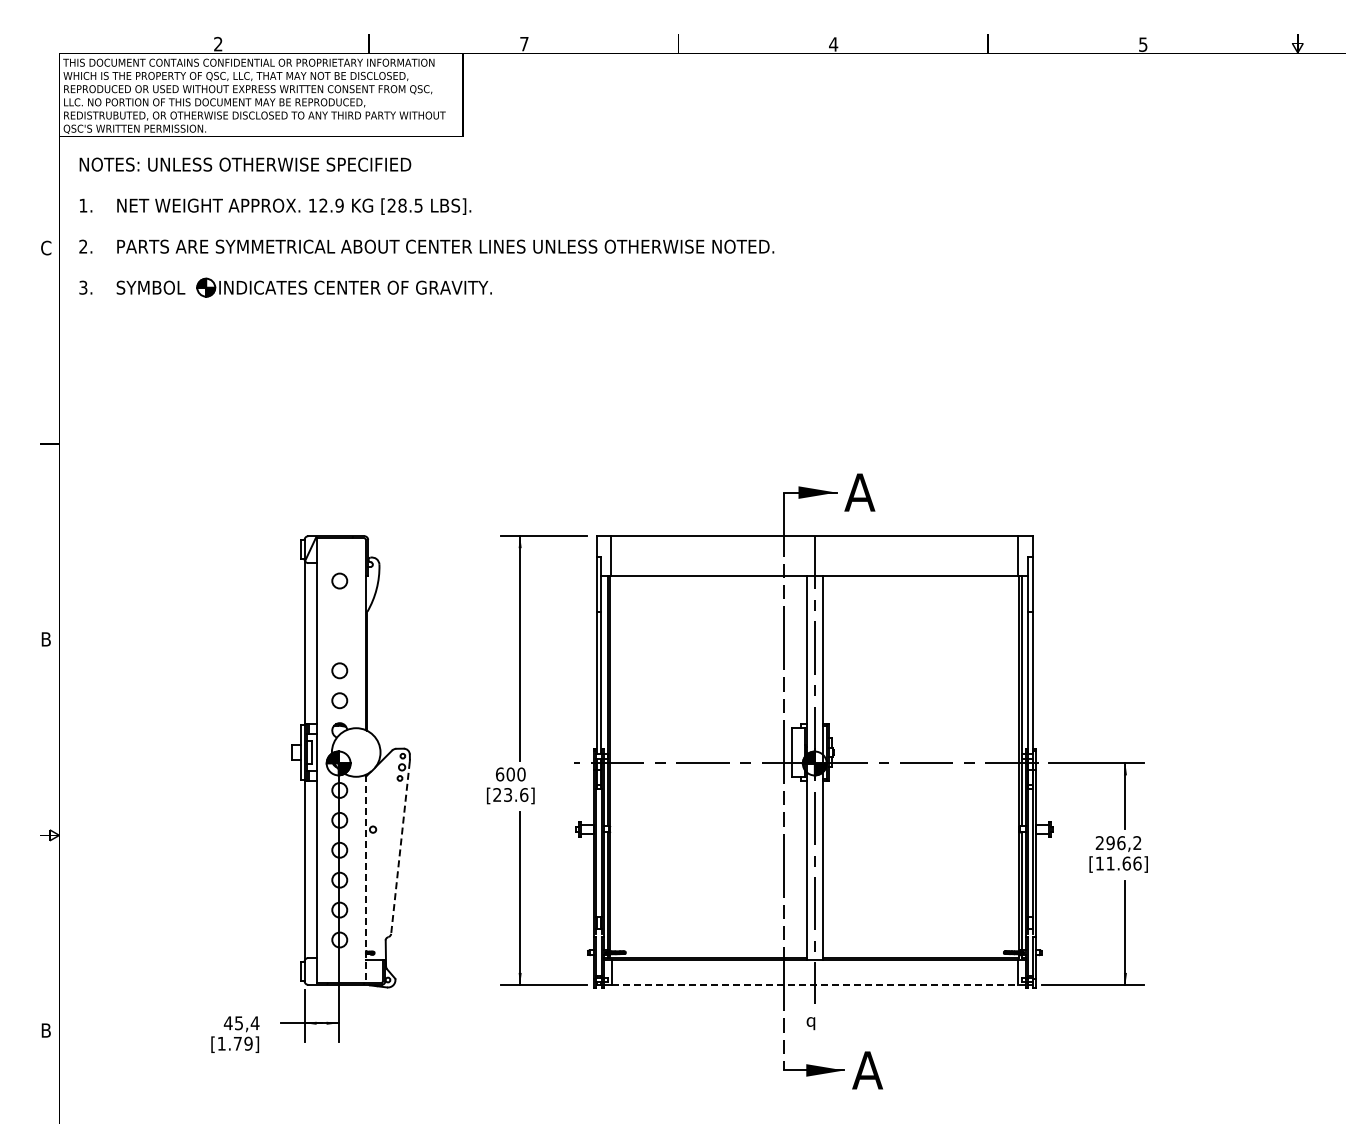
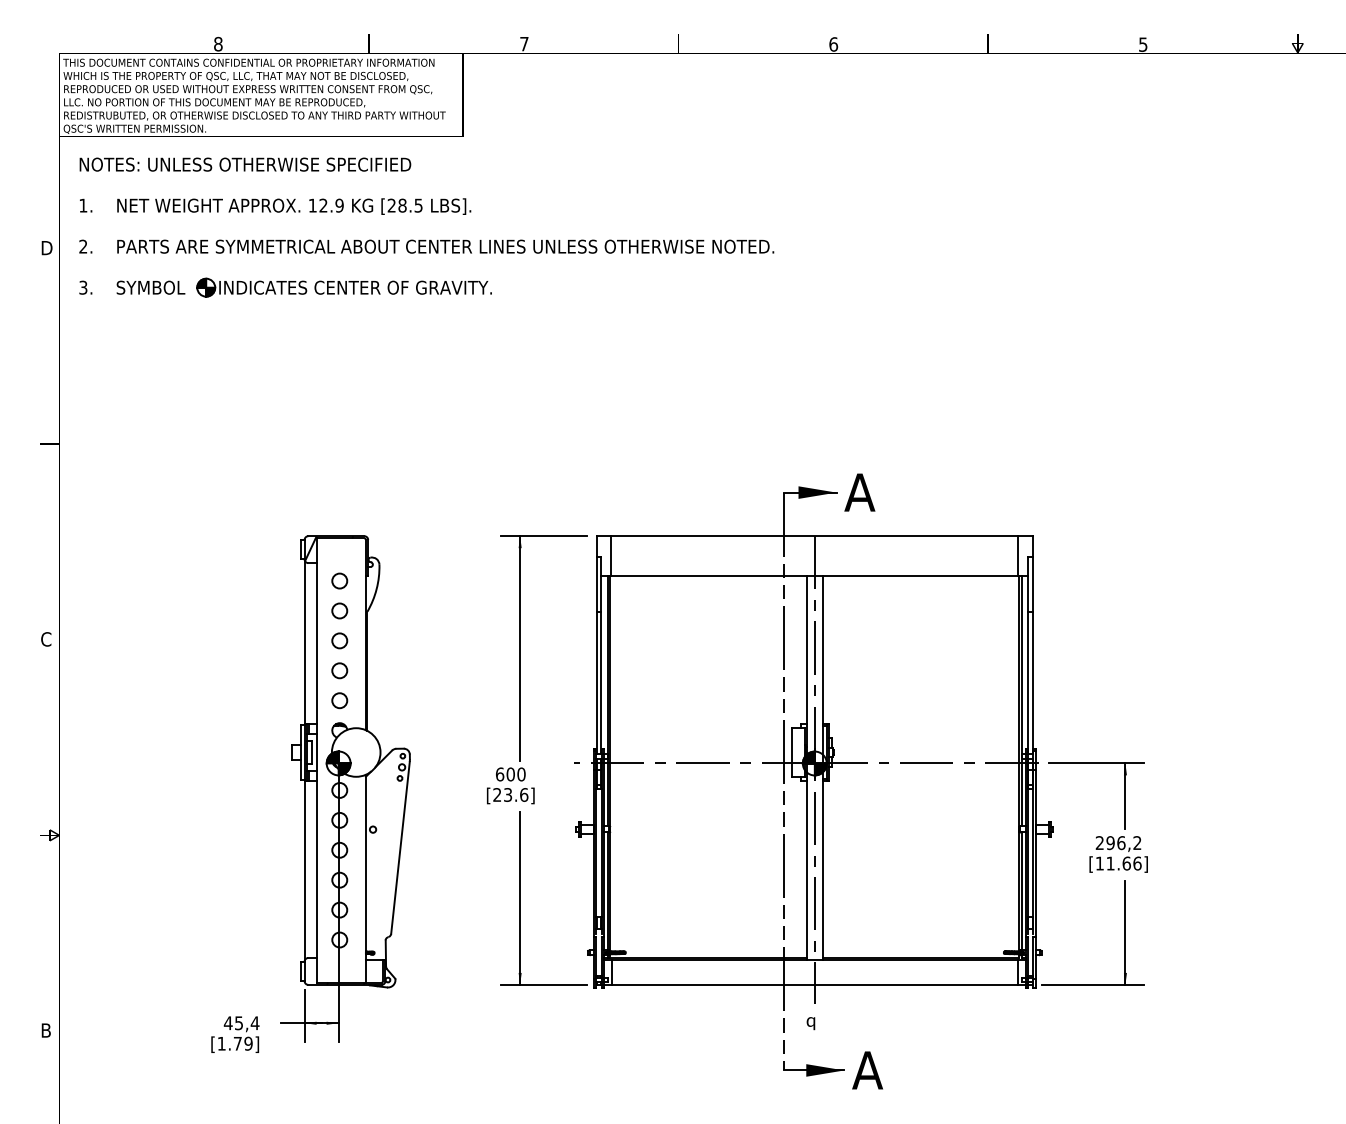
text at (218, 44): 2 -> 8
text at (833, 44): 4 -> 6
text at (46, 247): C -> D
circle at (339, 610): none -> present
text at (46, 639): B -> C
circle at (339, 640): none -> present
line at (400, 848): dashed -> solid
line at (365, 878): dashed -> solid
line at (818, 984): dashed -> solid
